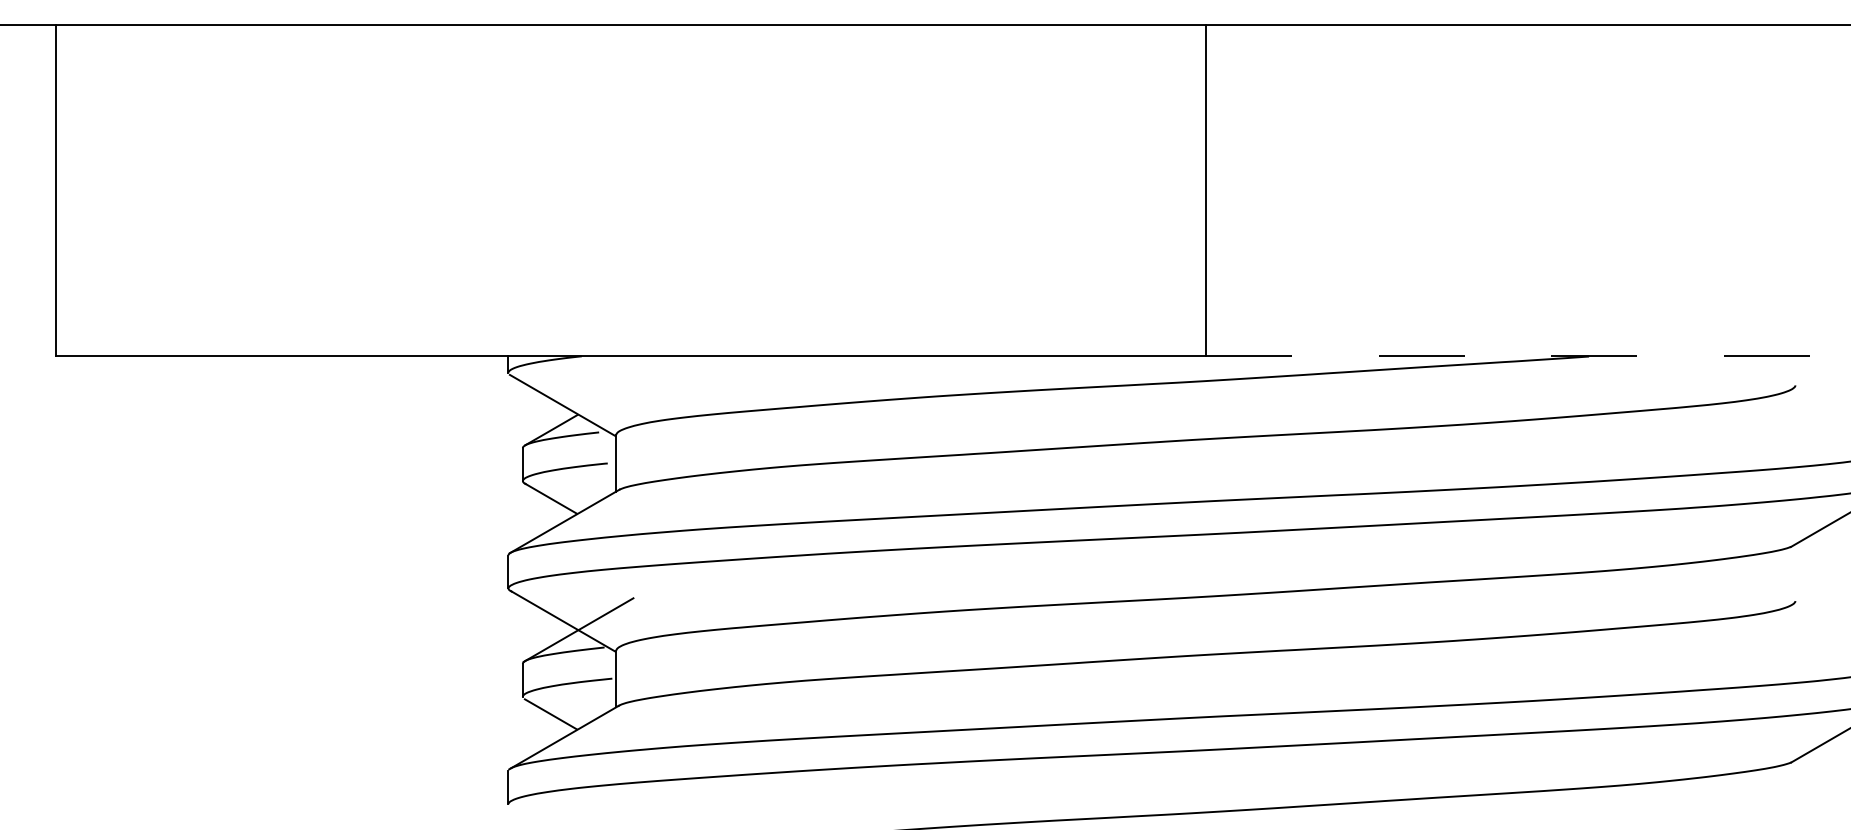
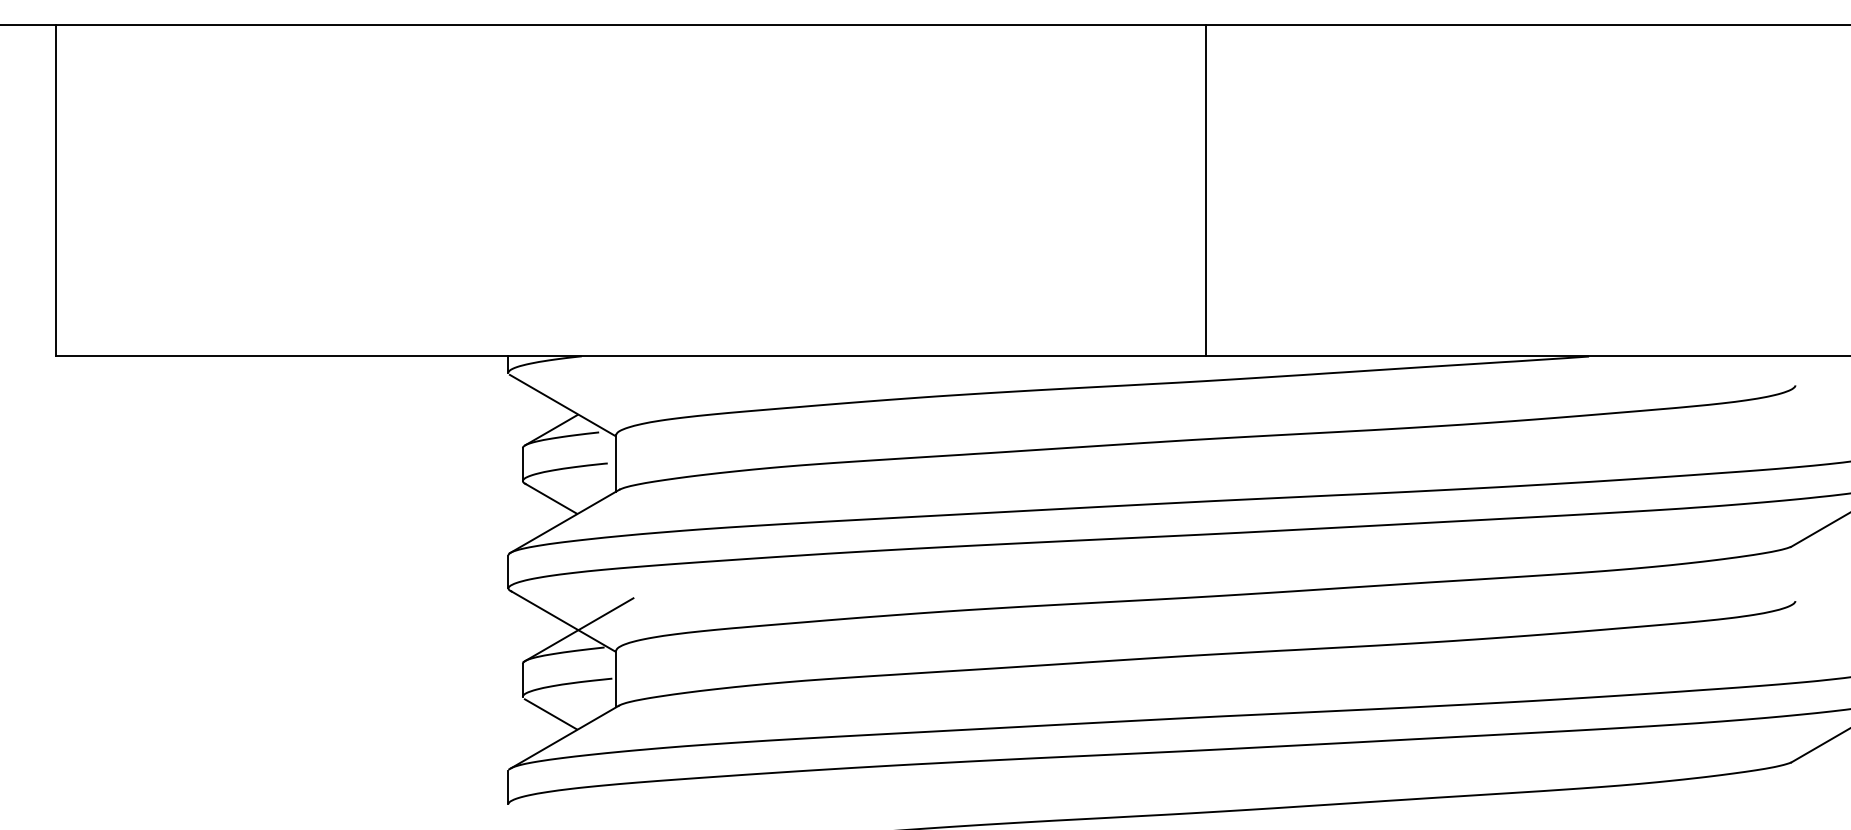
line at (1528, 356): dashed -> solid
